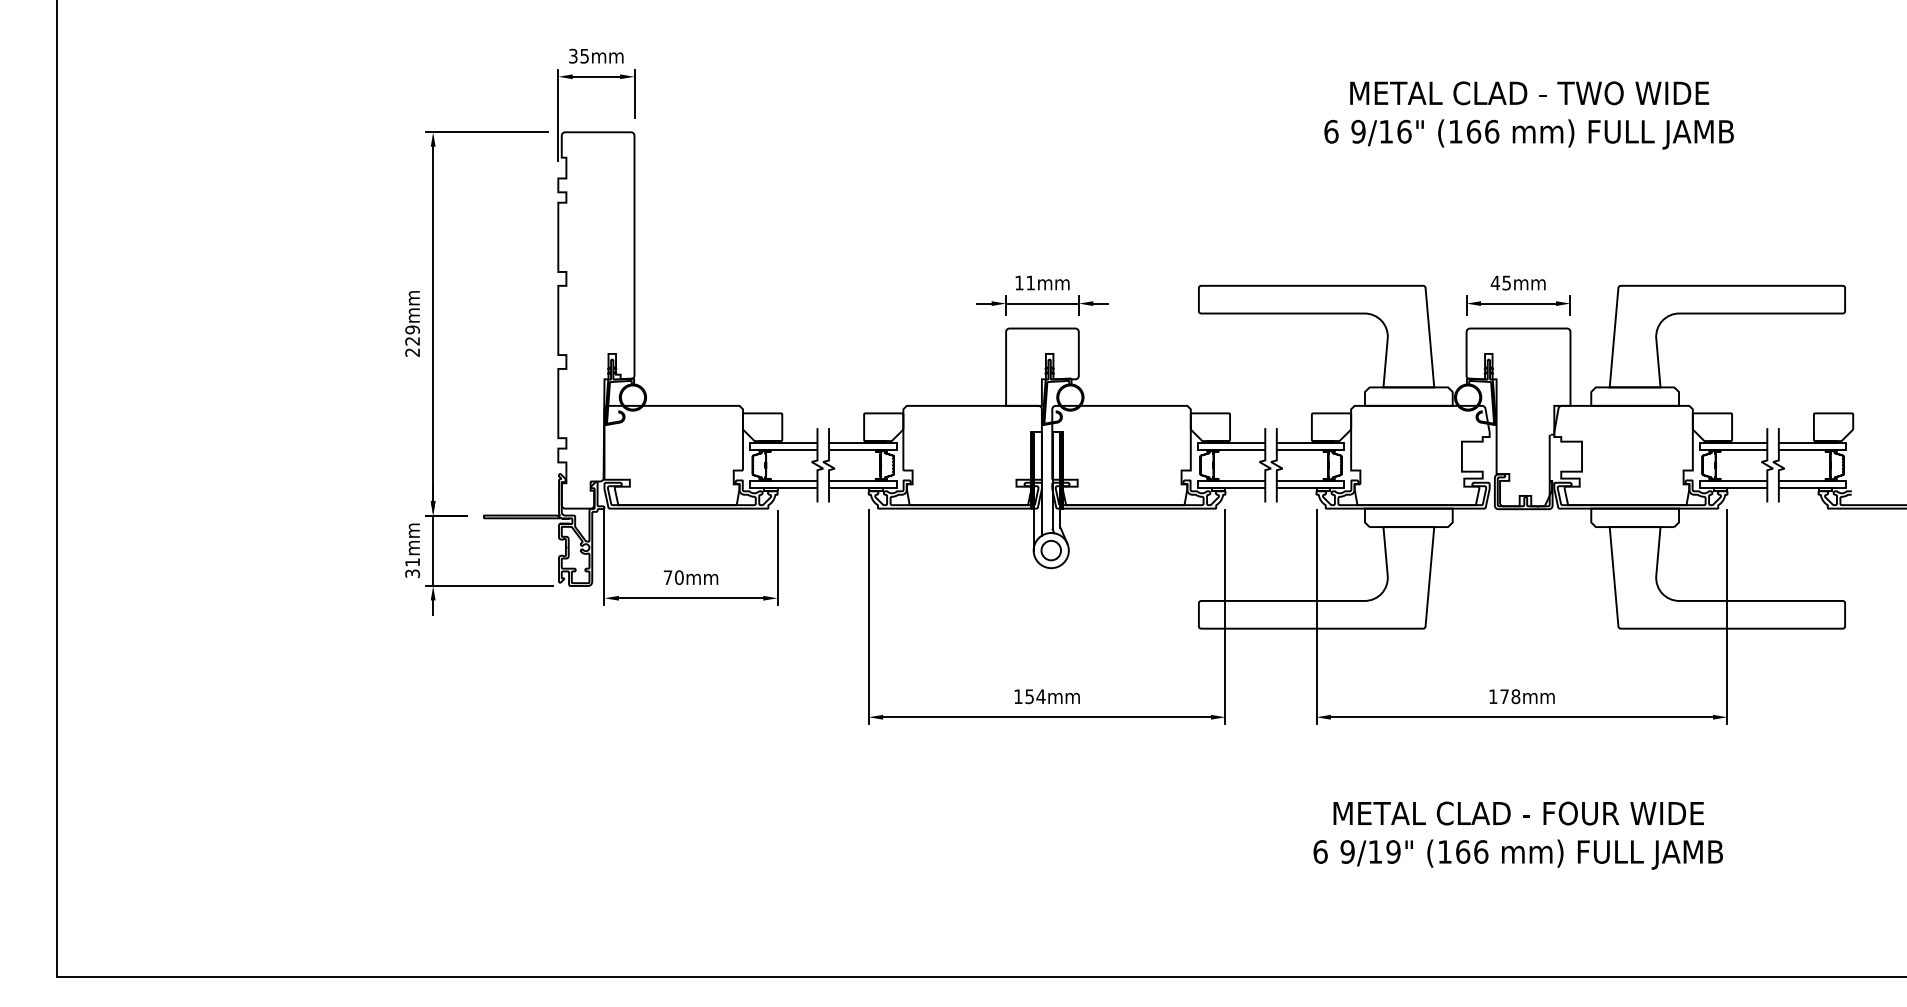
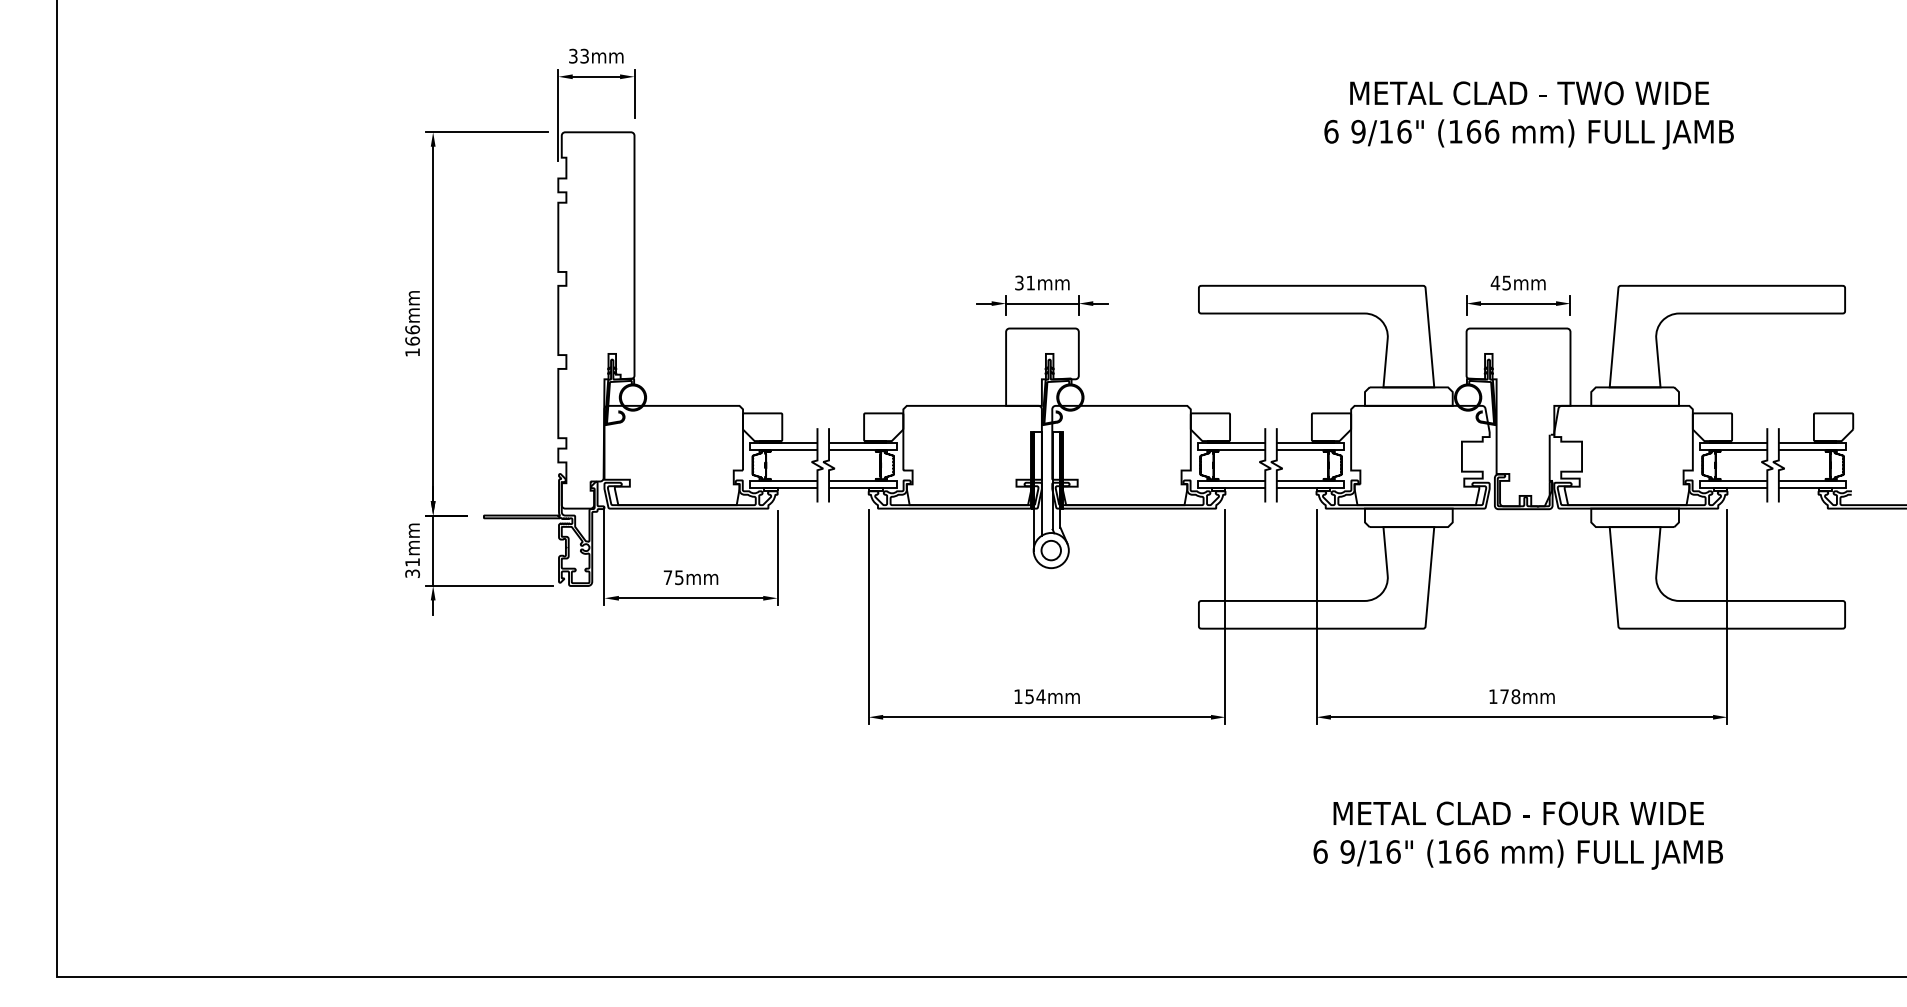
text at (584, 55): 35mm -> 33mm
text at (1019, 282): 11mm -> 31mm
text at (412, 340): 229mm -> 166mm
text at (679, 577): 70mm -> 75mm
text at (1393, 851): 9/19" -> 9/16"
